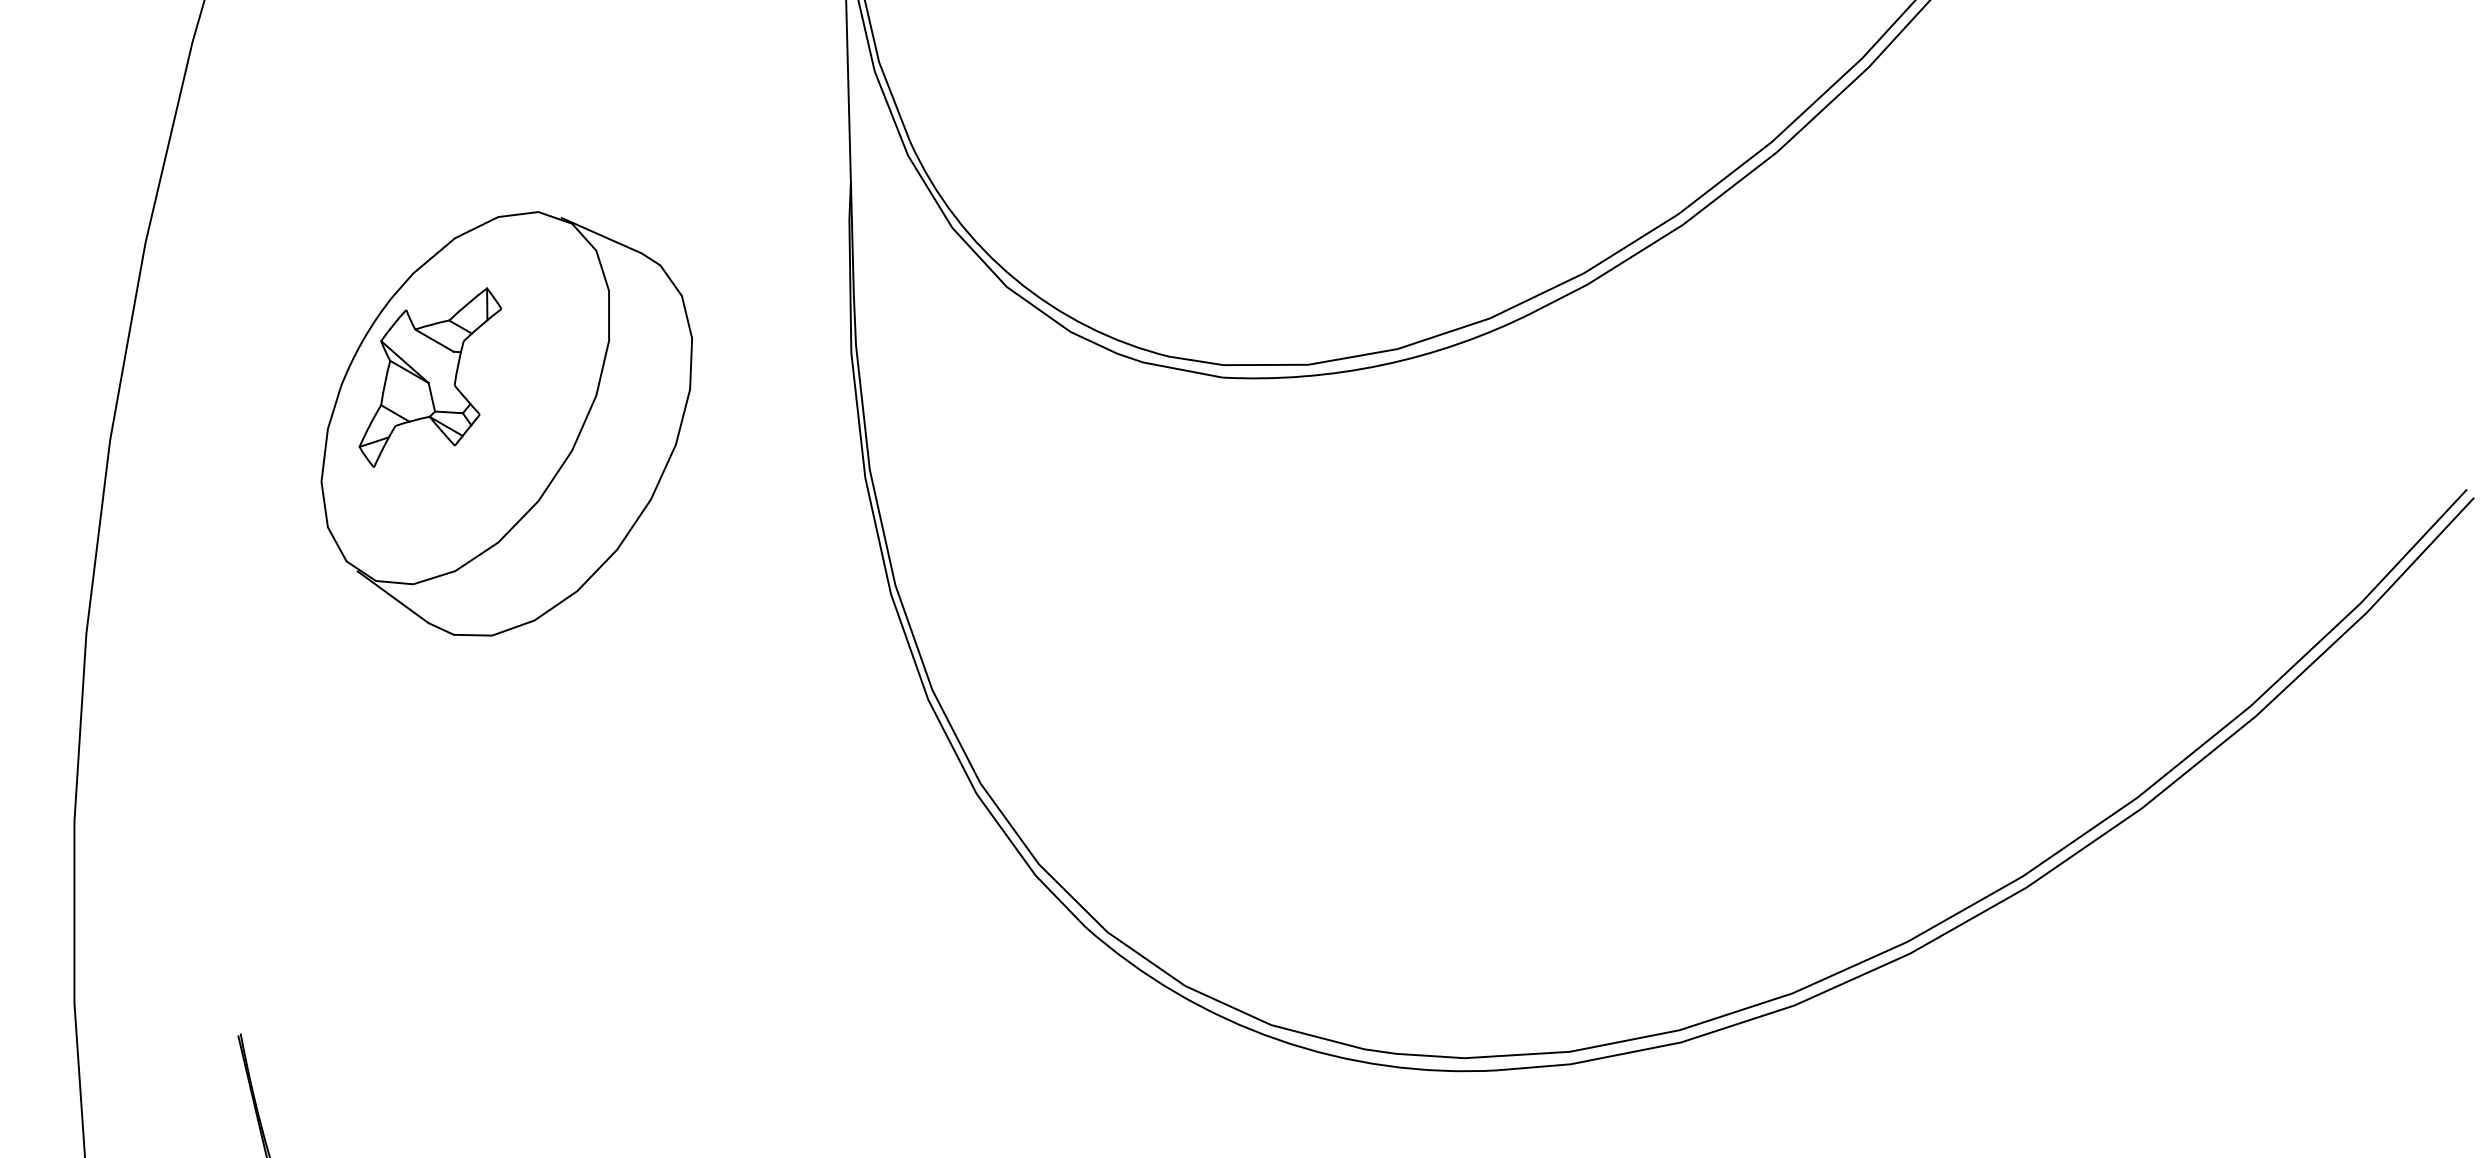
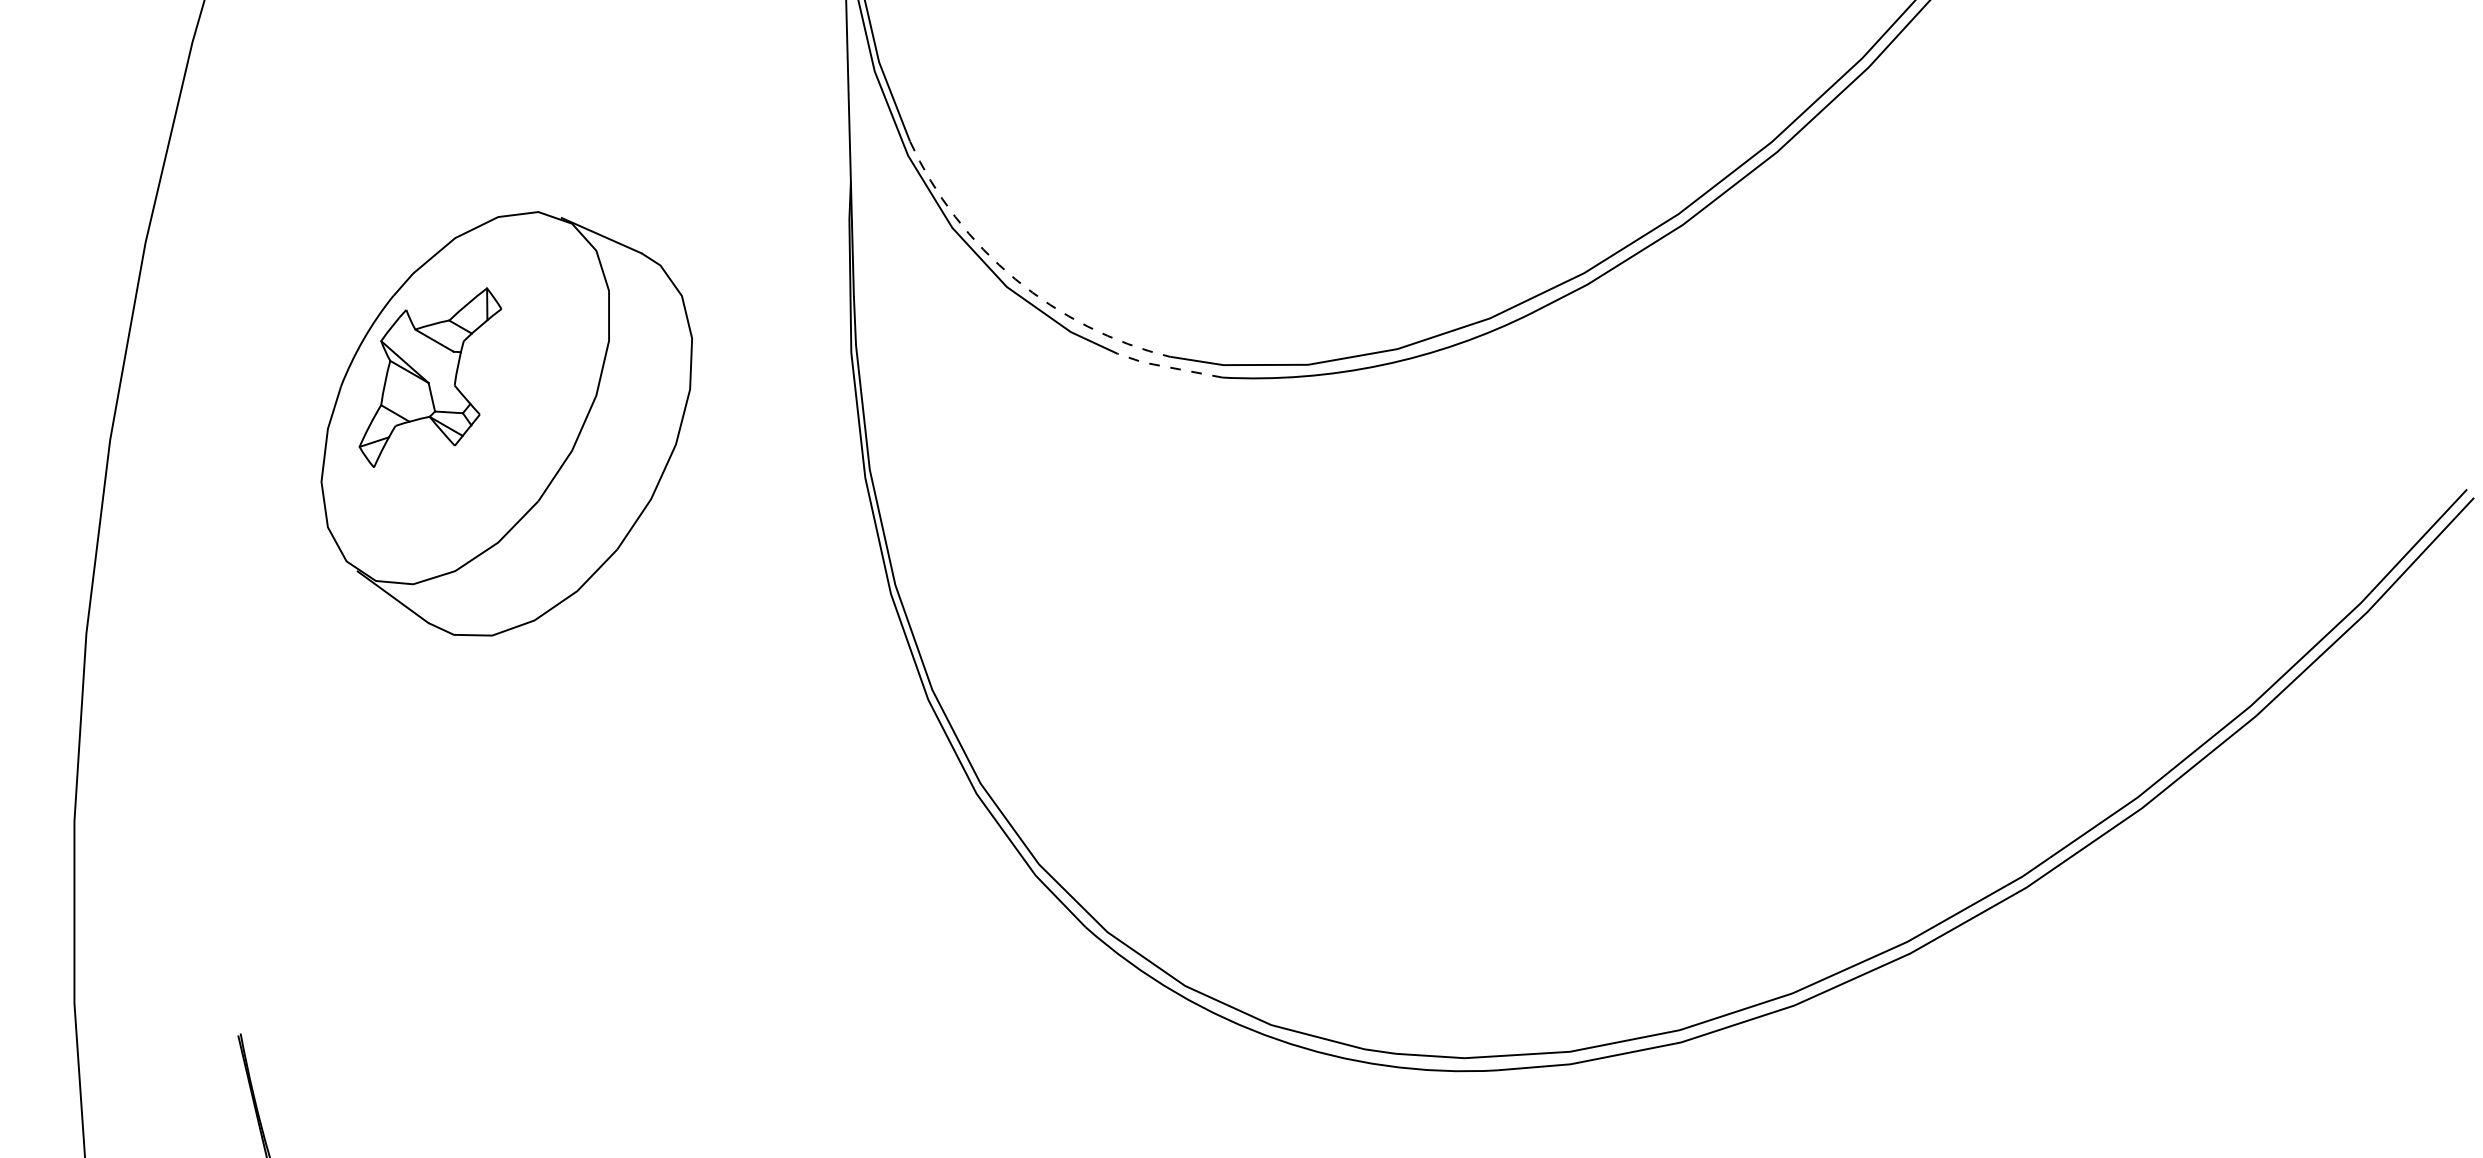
arc at (1015, 279): solid -> dashed
line at (1169, 367): solid -> dashed
